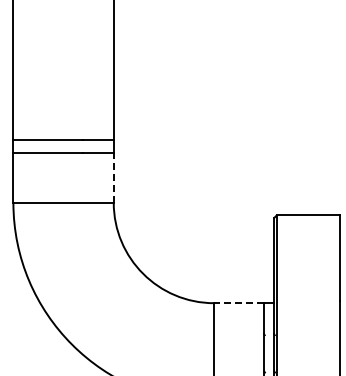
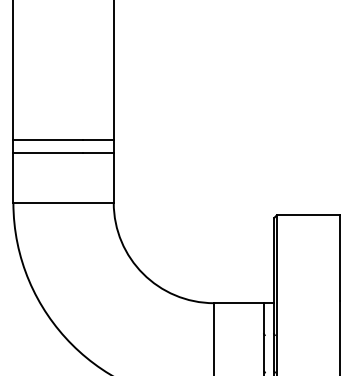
line at (113, 177): dashed -> solid
line at (238, 303): dashed -> solid
